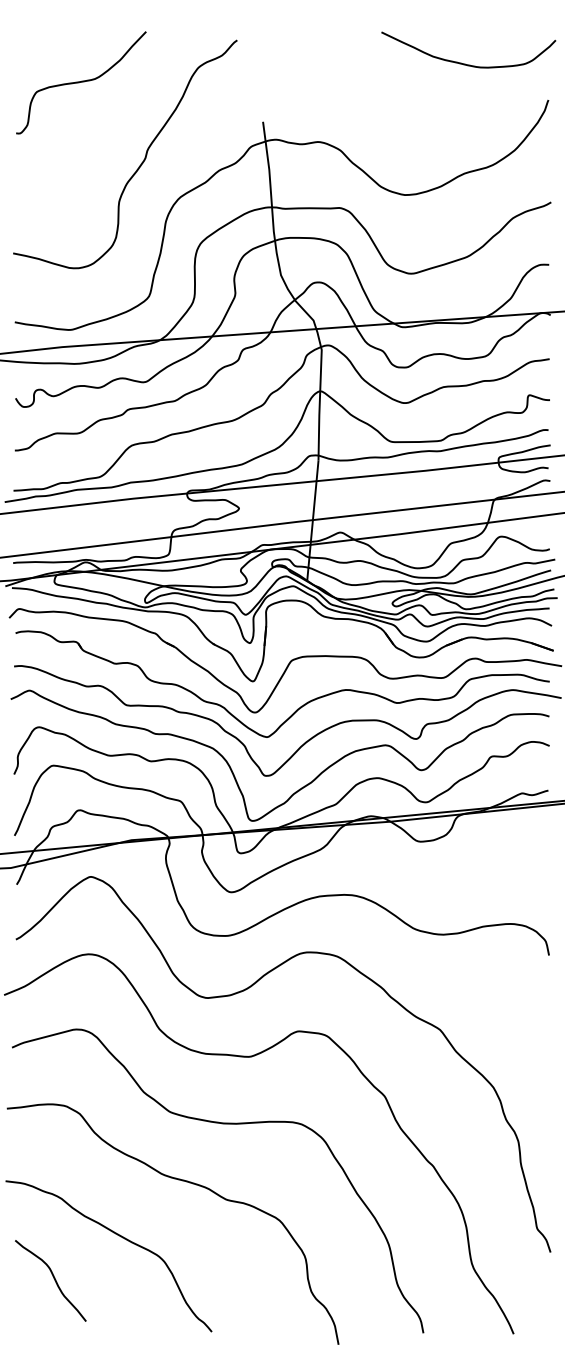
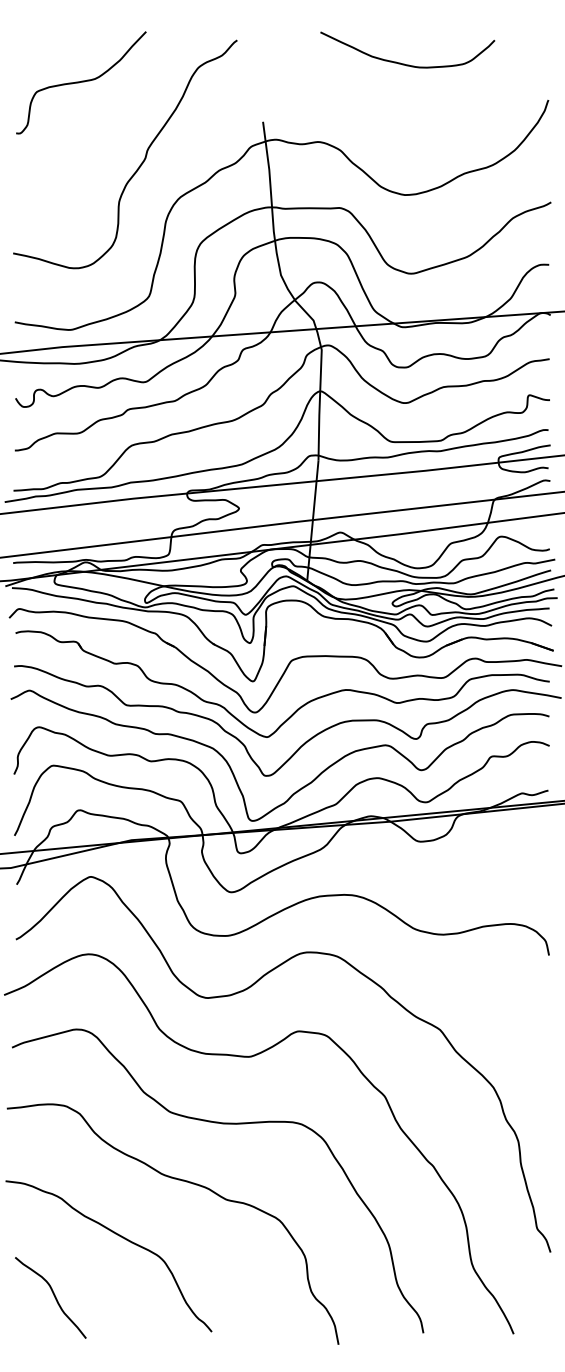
curve at (465, 63) position: (465, 63) -> (404, 63)
curve at (53, 1278) position: (53, 1278) -> (53, 1295)
